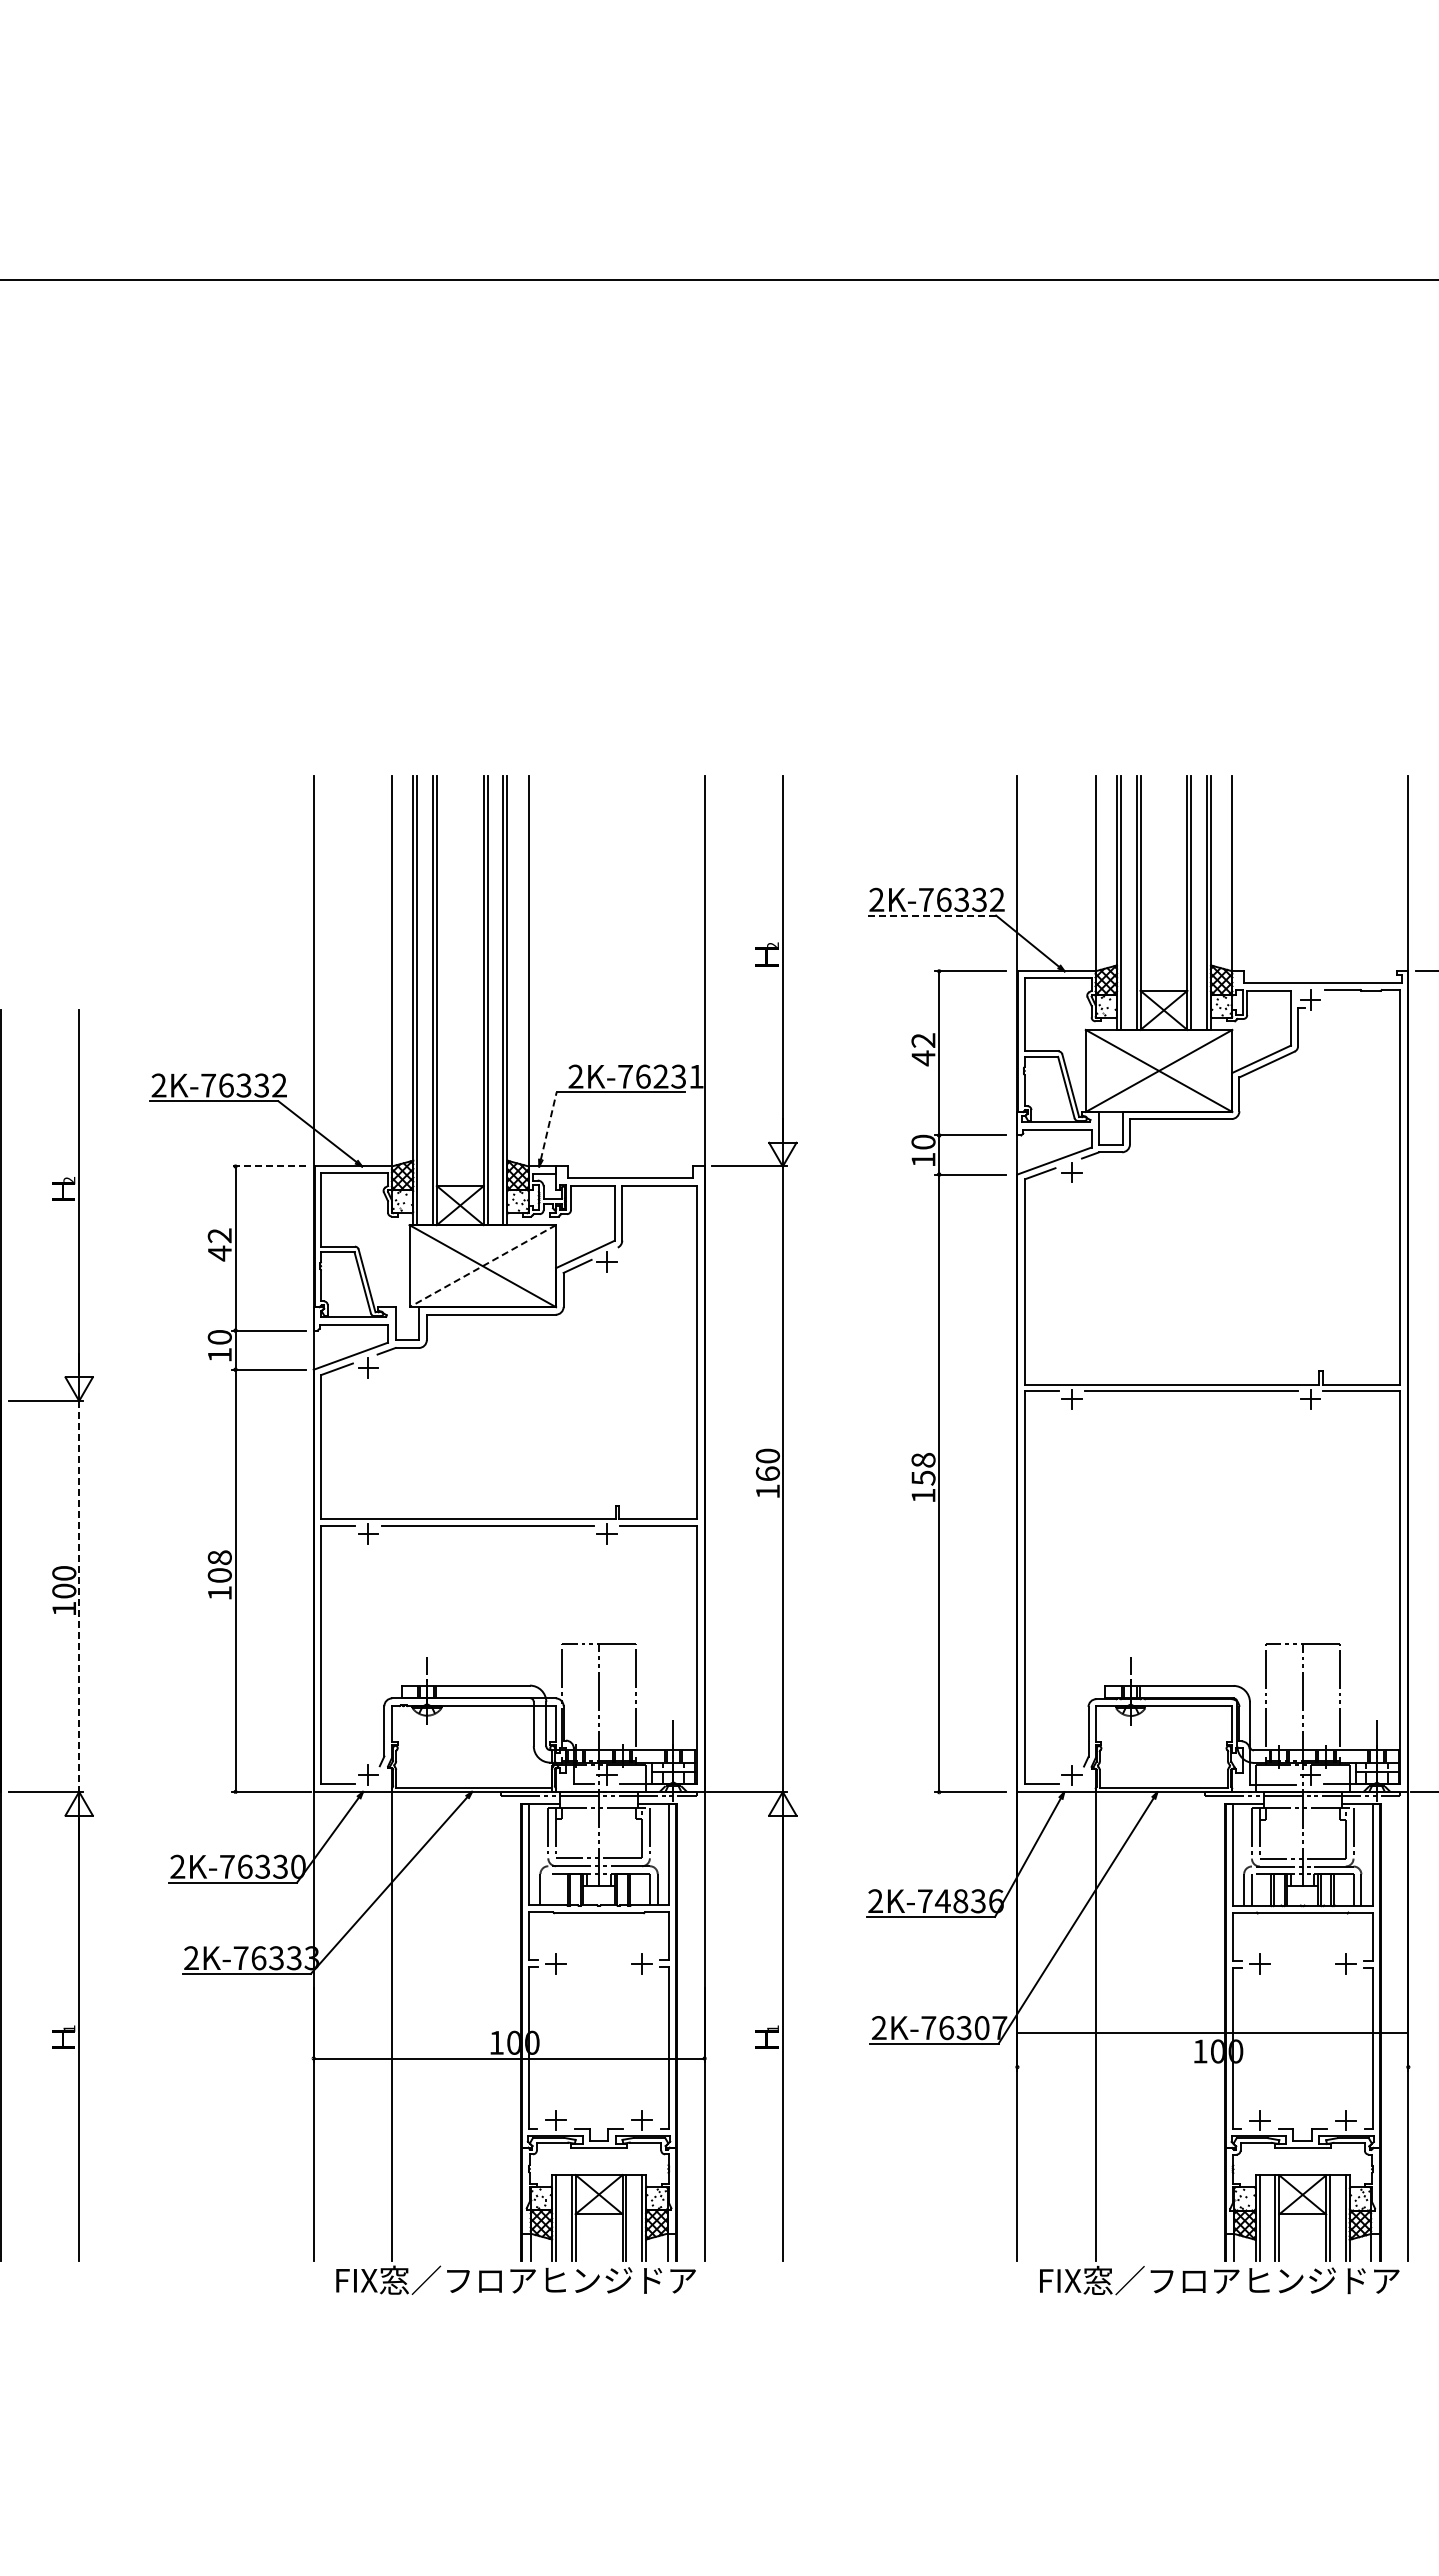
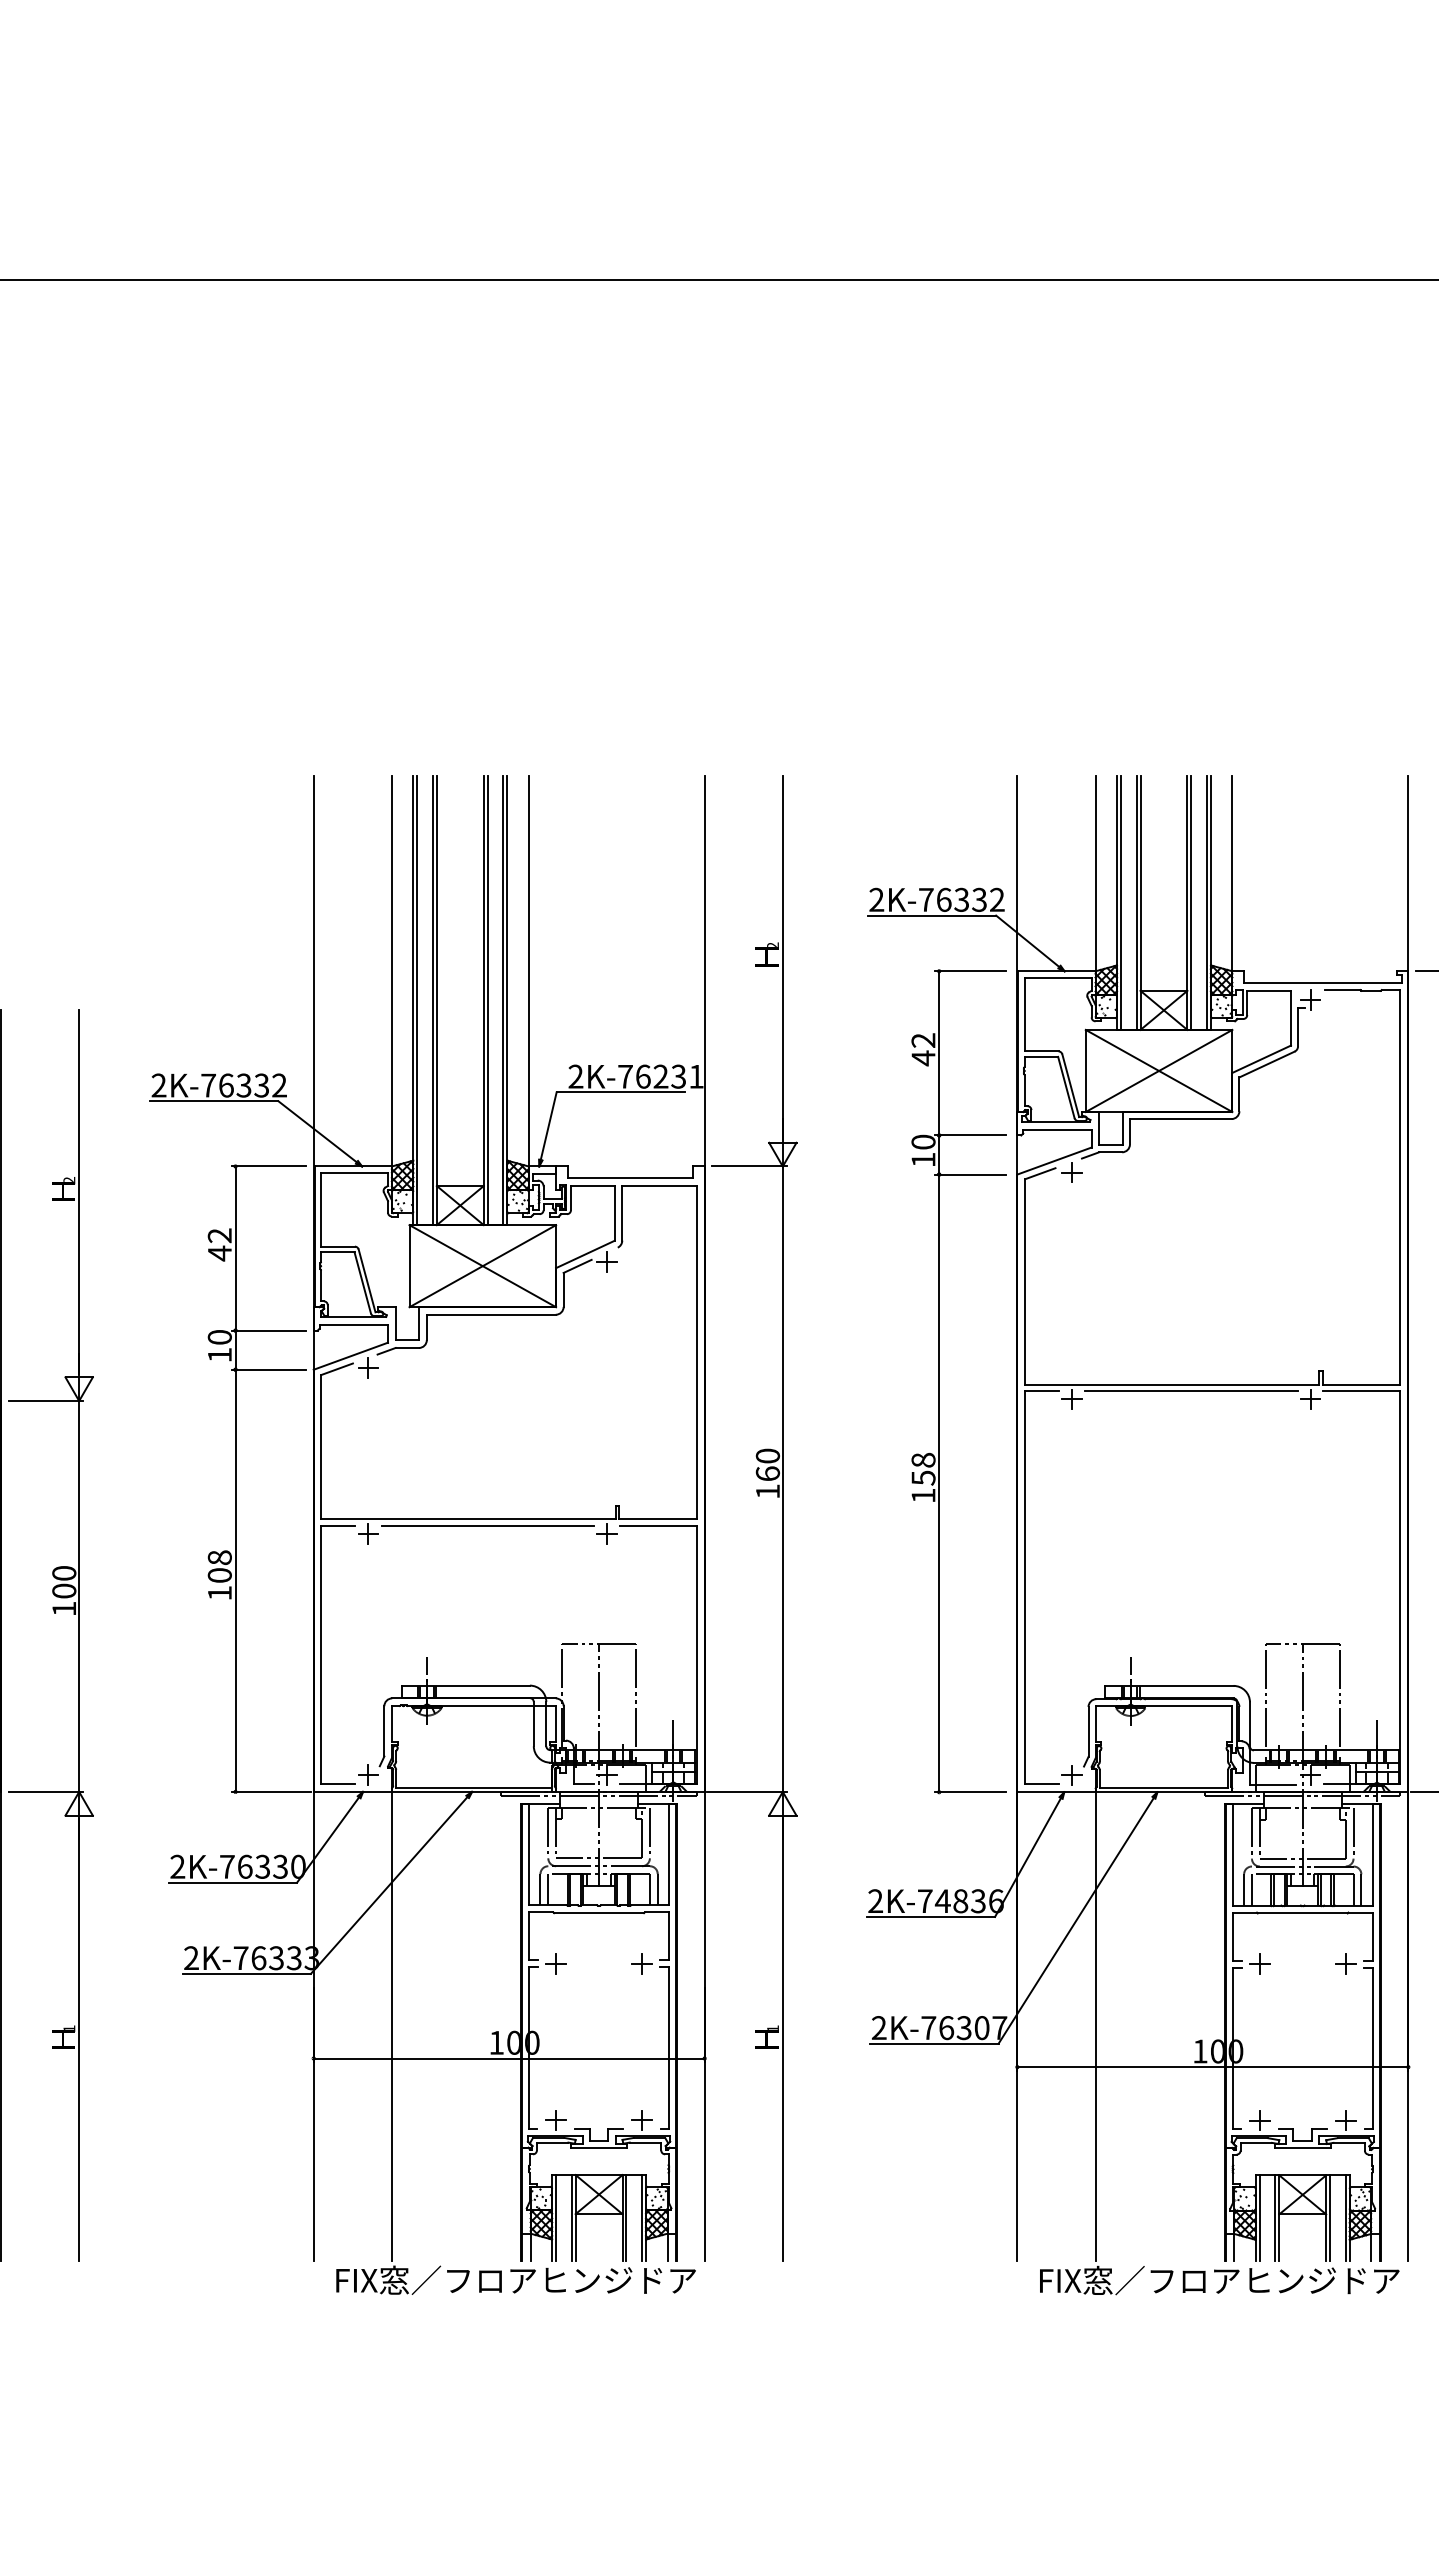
line at (931, 915): dashed -> solid
line at (548, 1126): dashed -> solid
line at (268, 1166): dashed -> solid
line at (482, 1266): dashed -> solid
line at (79, 1596): dashed -> solid
line at (548, 1889): none -> present
line at (1212, 2033) position: (1212, 2033) -> (1212, 2067)
